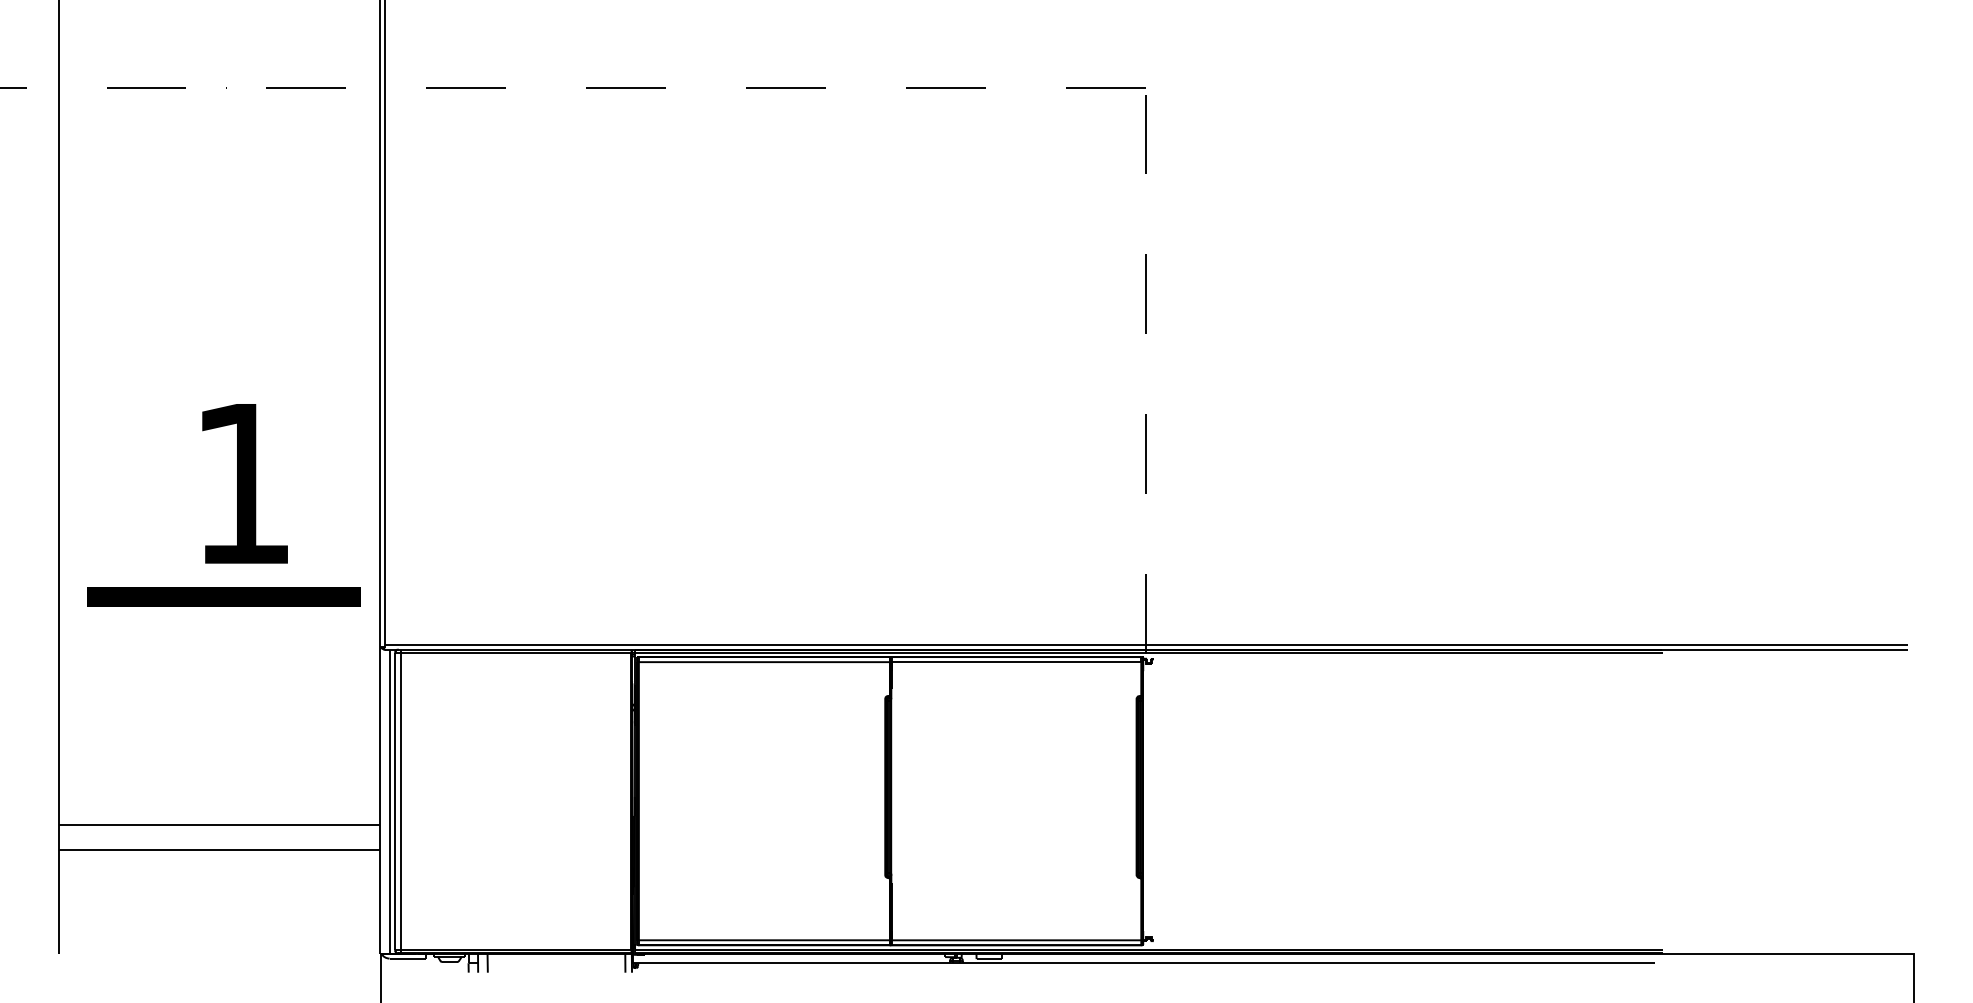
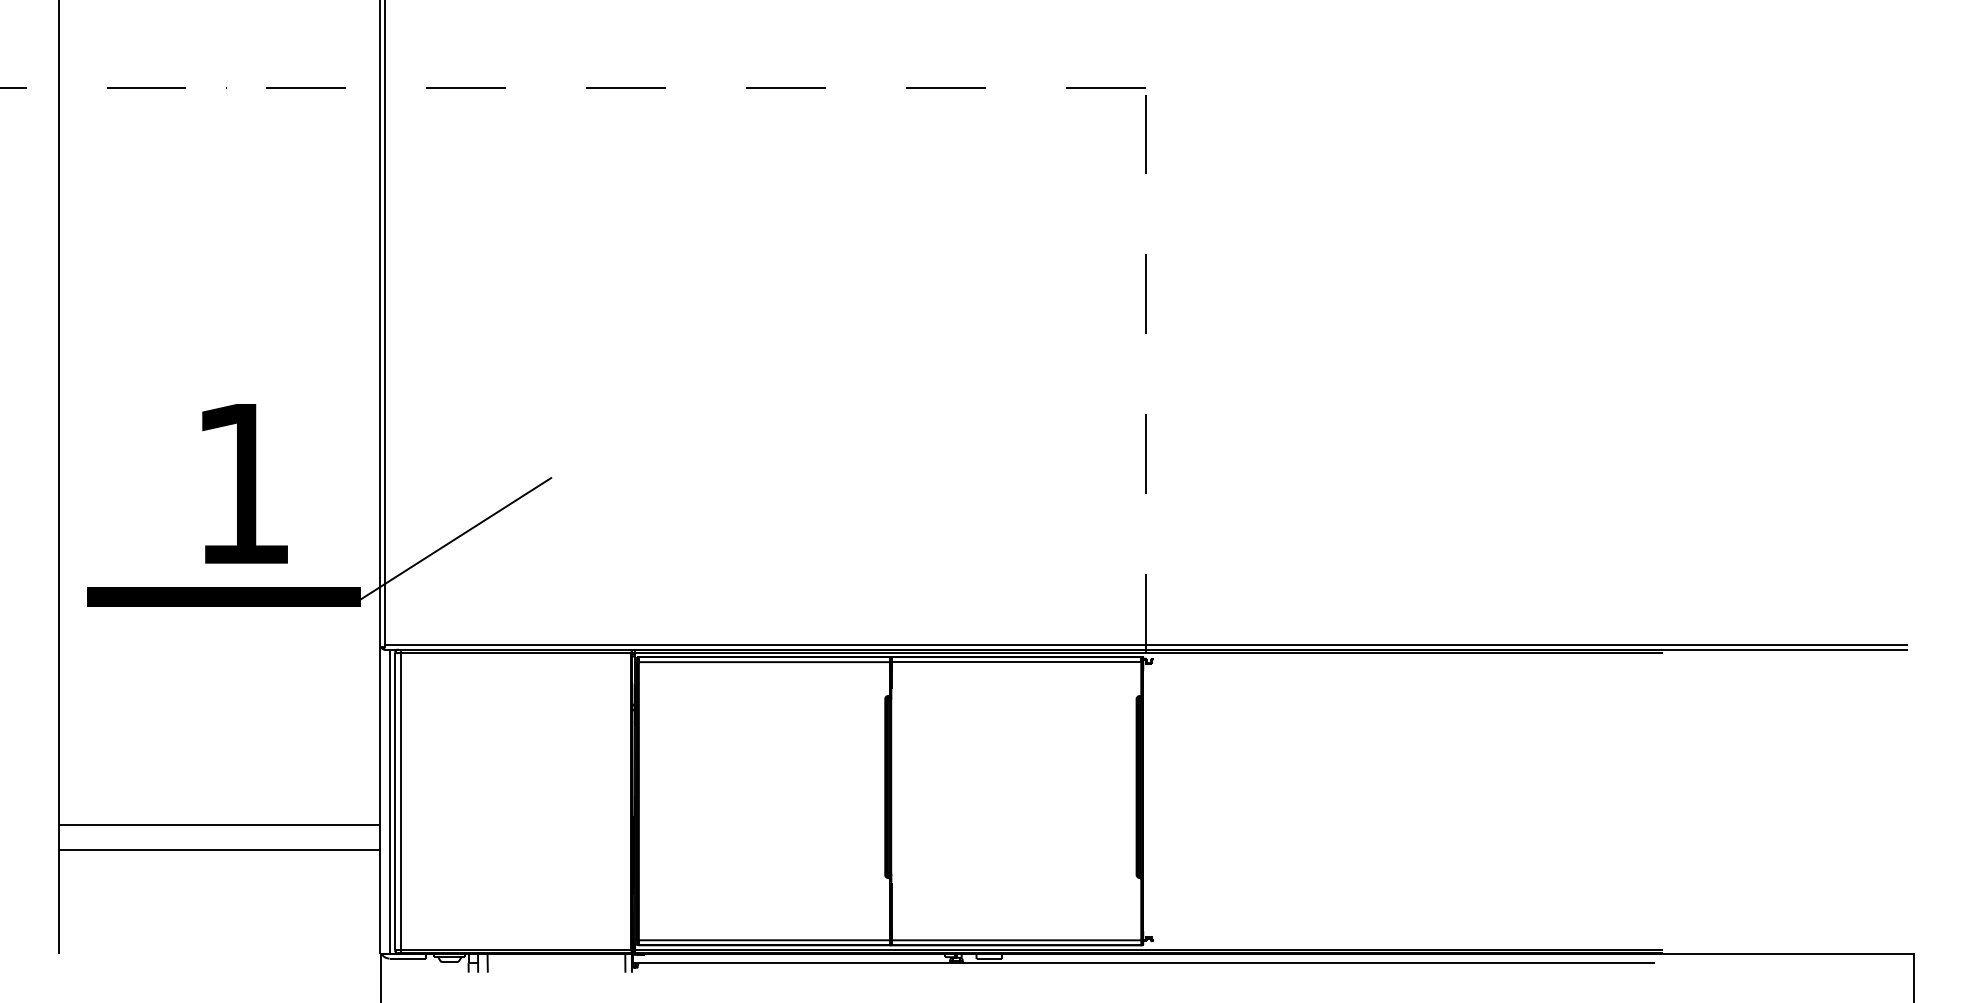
line at (454, 539): none -> present
